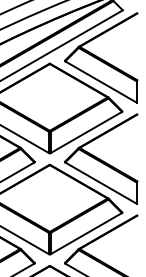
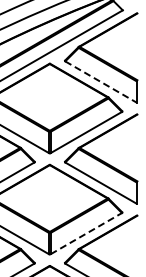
line at (101, 82): solid -> dashed
line at (86, 233): solid -> dashed
